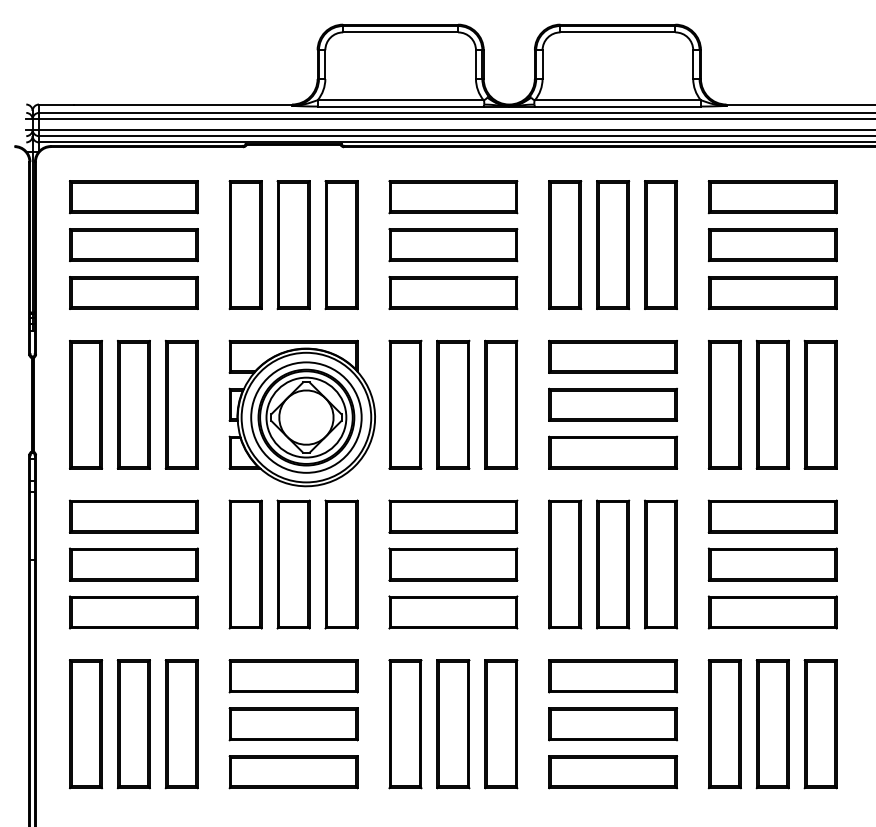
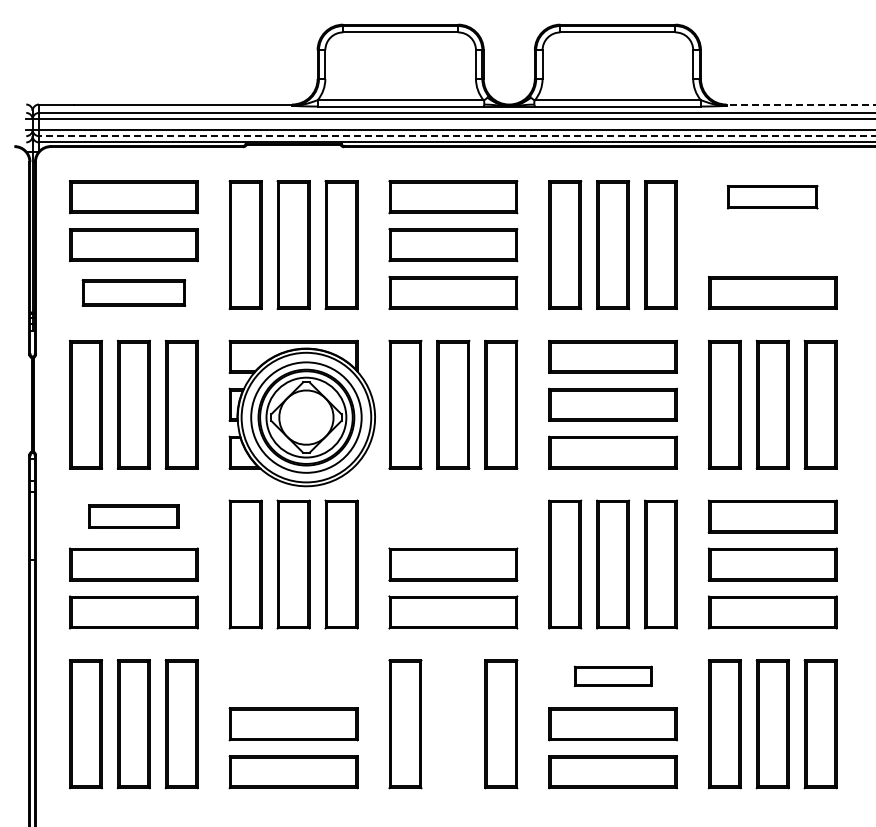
line at (800, 104): solid -> dashed
line at (457, 136): solid -> dashed
part at (772, 197) size: 131x35 px -> 92x25 px
part at (772, 245): present -> none
part at (133, 292) size: 130x34 px -> 106x28 px
part at (133, 516) size: 130x35 px -> 92x25 px
part at (453, 516): present -> none
part at (293, 676): present -> none
part at (613, 676) size: 131x35 px -> 80x23 px
part at (453, 724): present -> none
